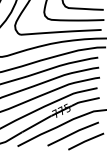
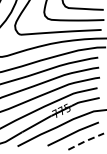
line at (85, 141): solid -> dashed
